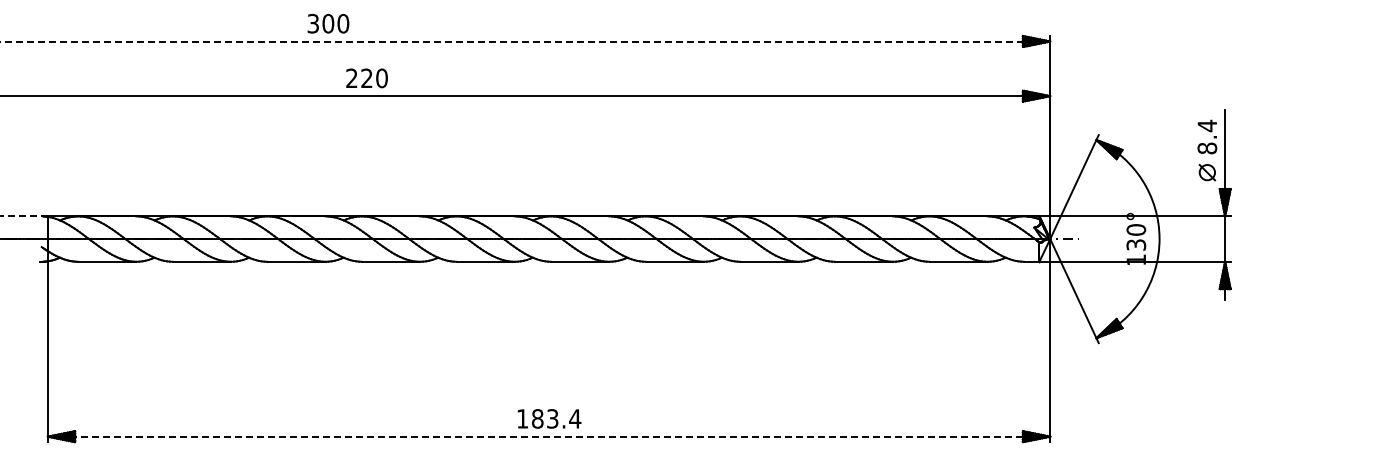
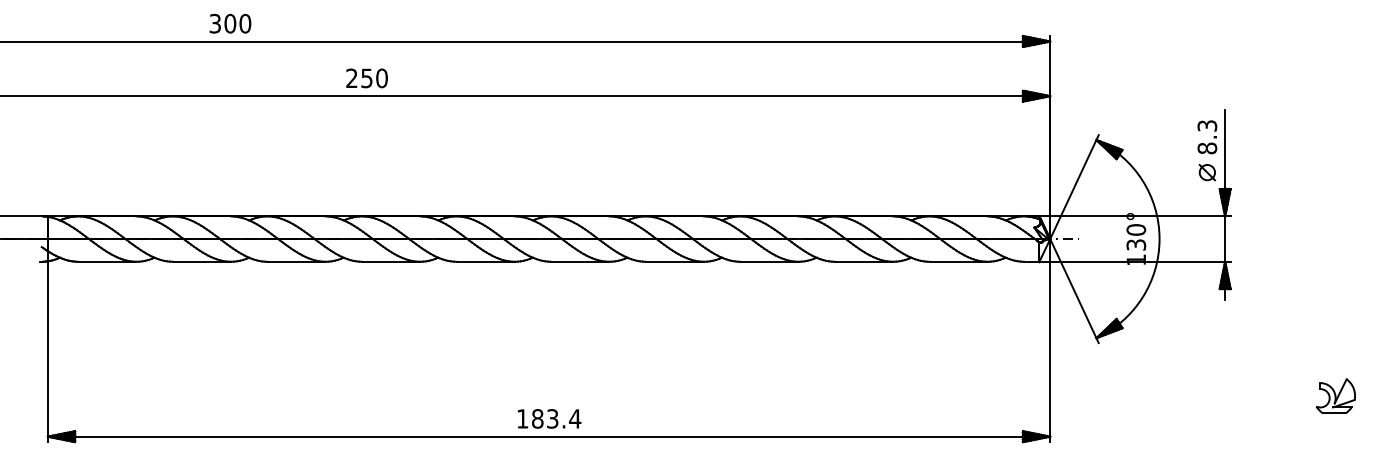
text at (328, 23) position: (328, 23) -> (230, 23)
line at (525, 41): dashed -> solid
text at (366, 78): 220 -> 250
text at (1207, 125): 8.4 -> 8.3
line at (23, 216): dashed -> solid
part at (1335, 395): none -> present
line at (549, 436): dashed -> solid
